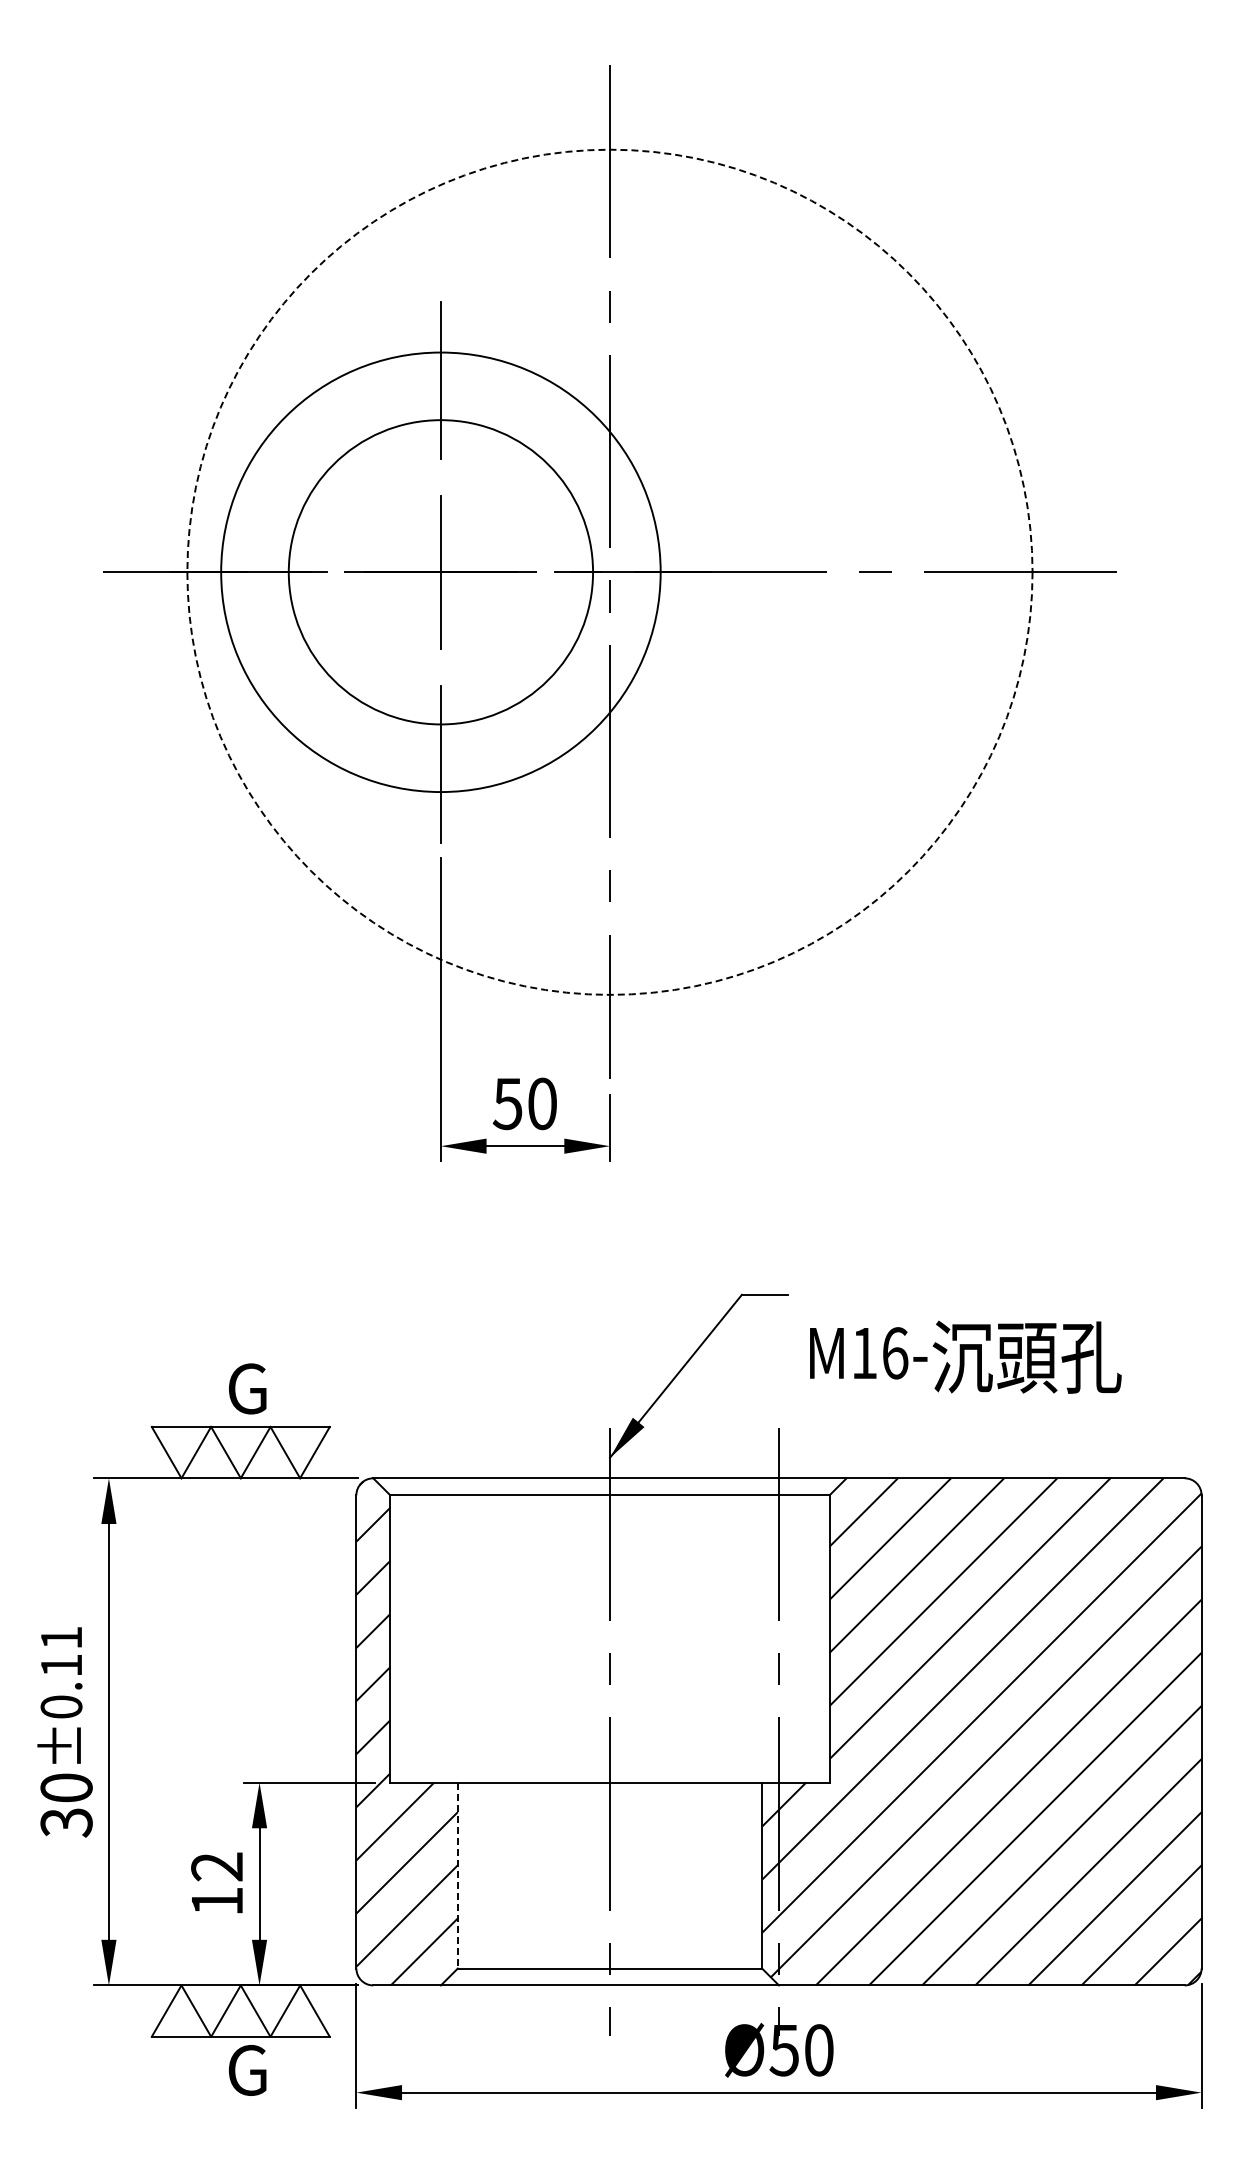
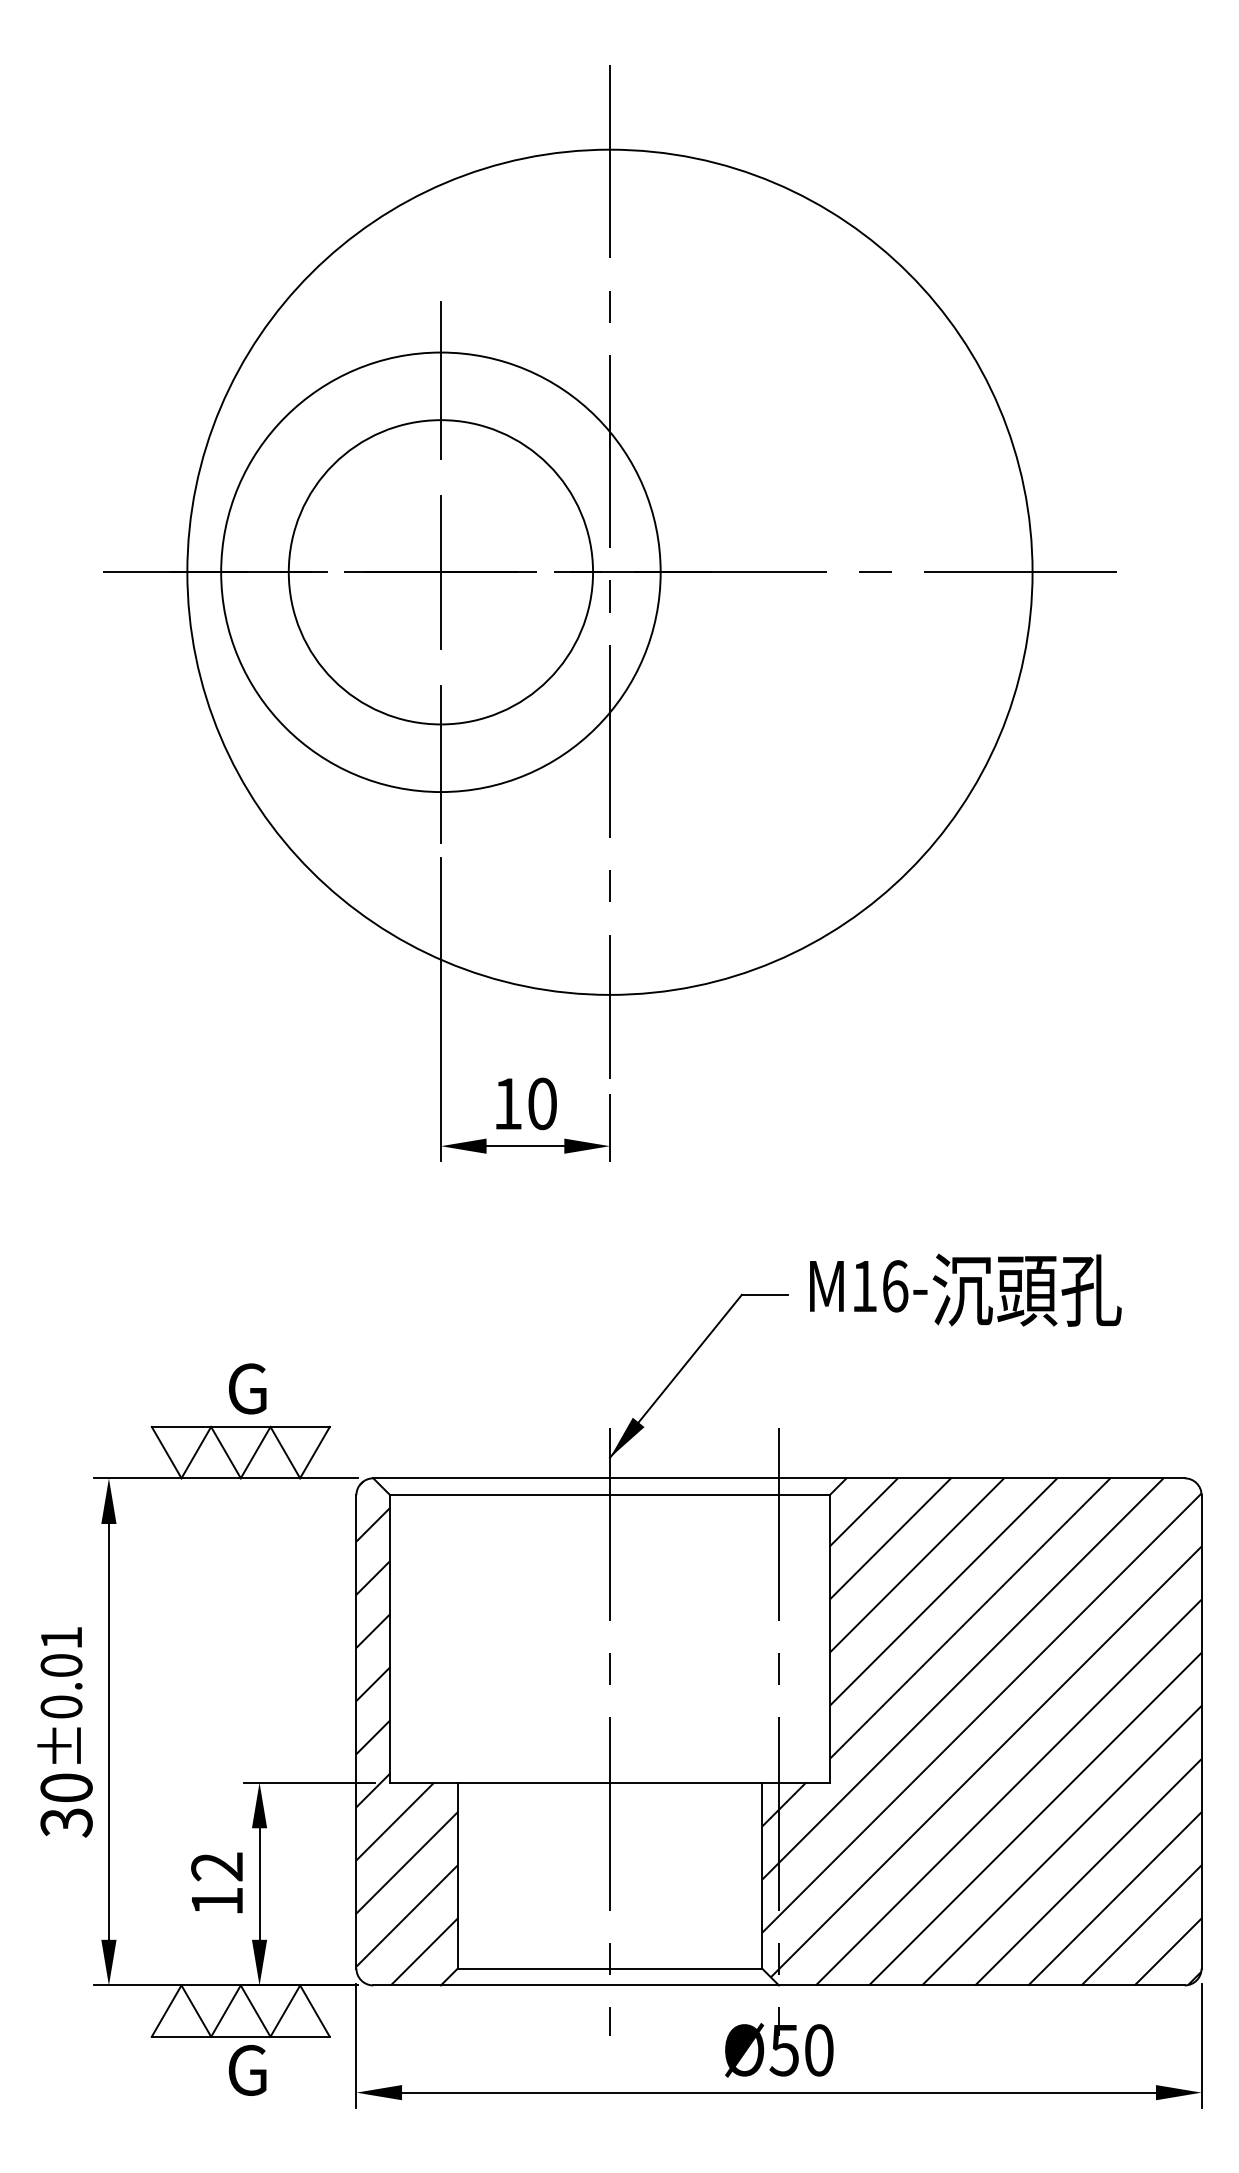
circle at (609, 571): dashed -> solid
text at (507, 1104): 50 -> 10
text at (965, 1356) position: (965, 1356) -> (965, 1289)
text at (61, 1665): ±0.11 -> ±0.01
line at (457, 1875): dashed -> solid
